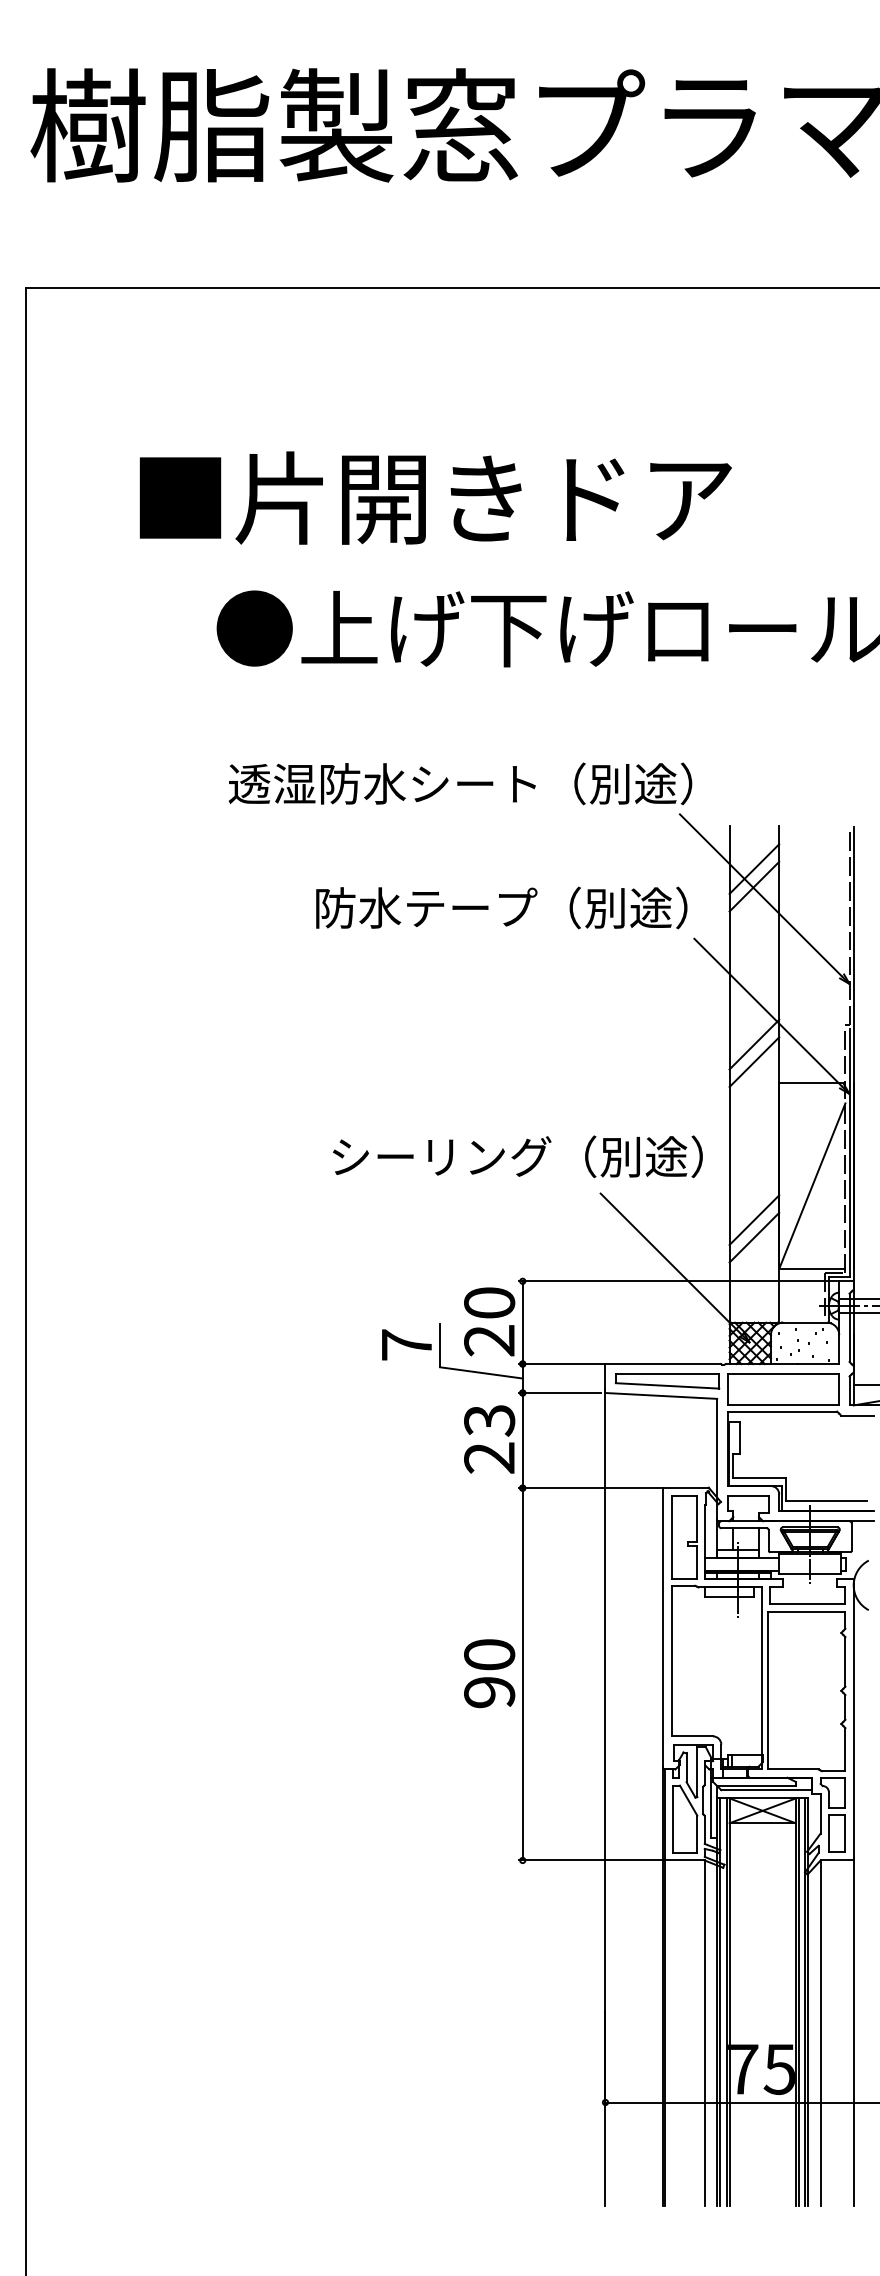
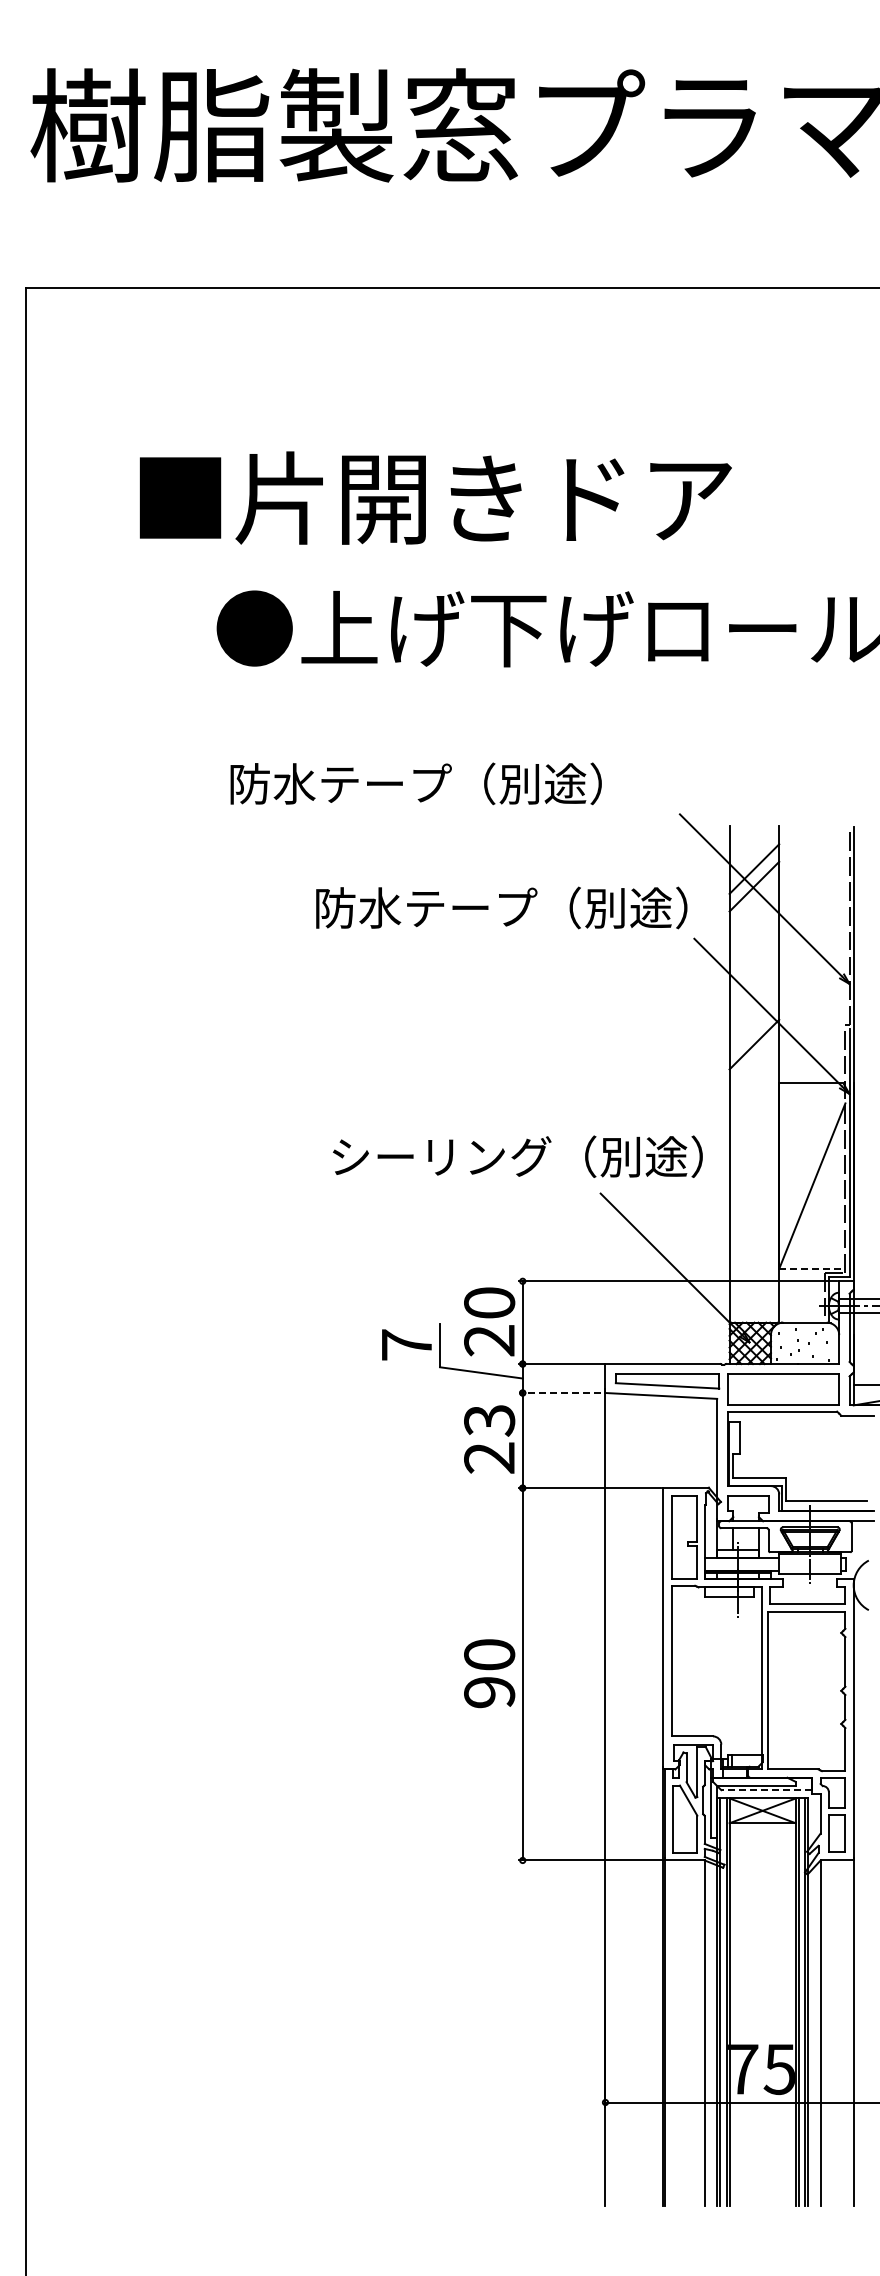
text at (460, 783): 透湿防水シート（別途） -> 防水テープ（別途）
line at (754, 1061): present -> none
line at (754, 1219): present -> none
line at (754, 1237): present -> none
line at (812, 1268): solid -> dashed
line at (559, 1393): solid -> dashed
line at (766, 1790): solid -> dashed
